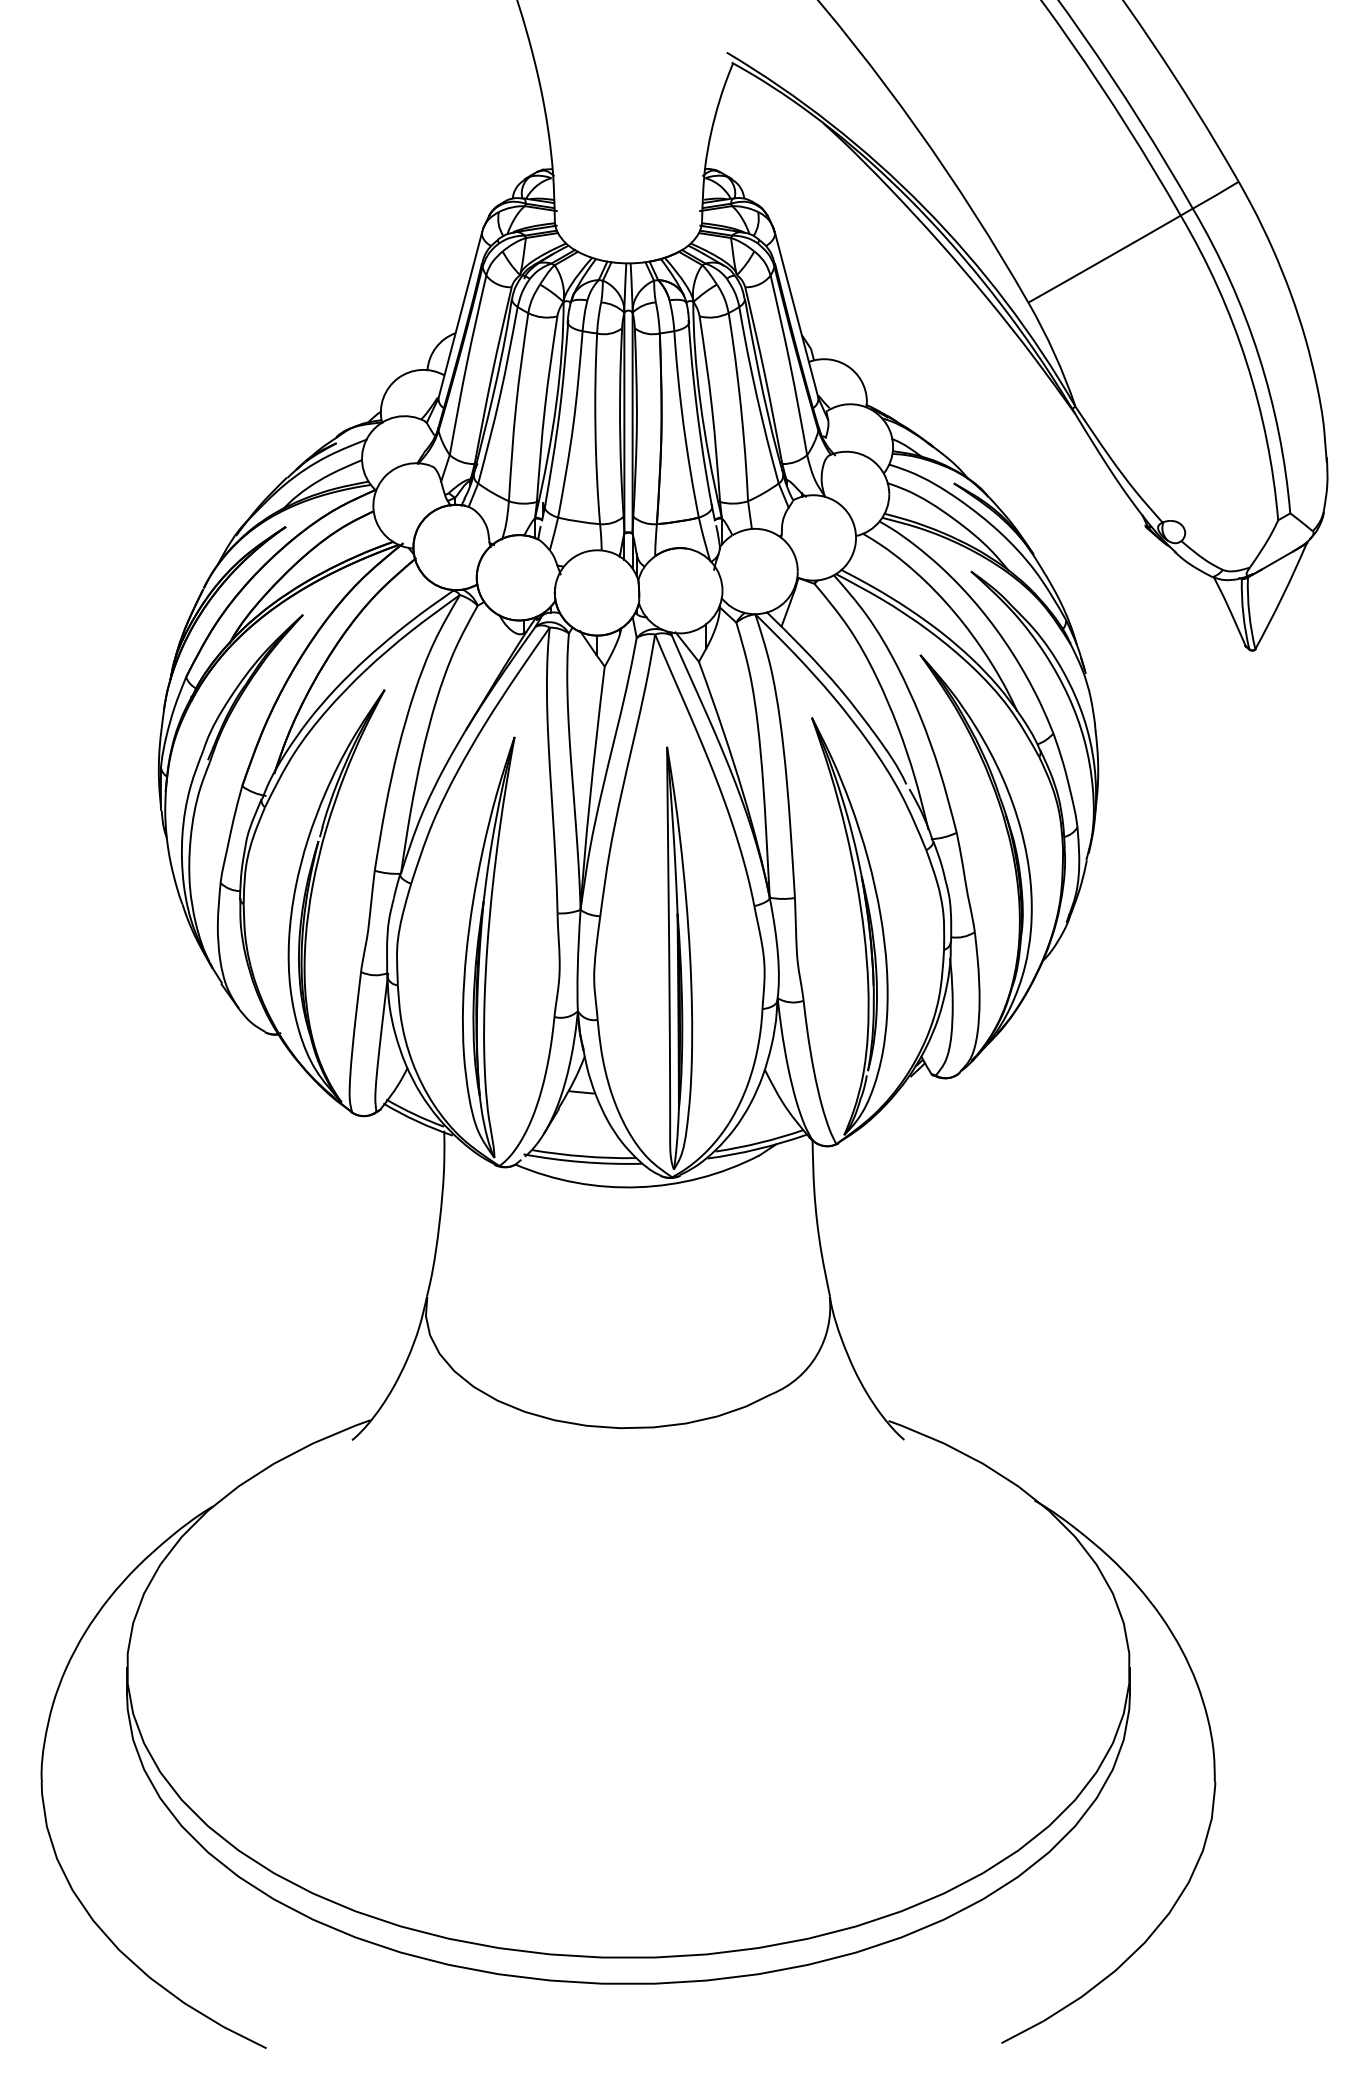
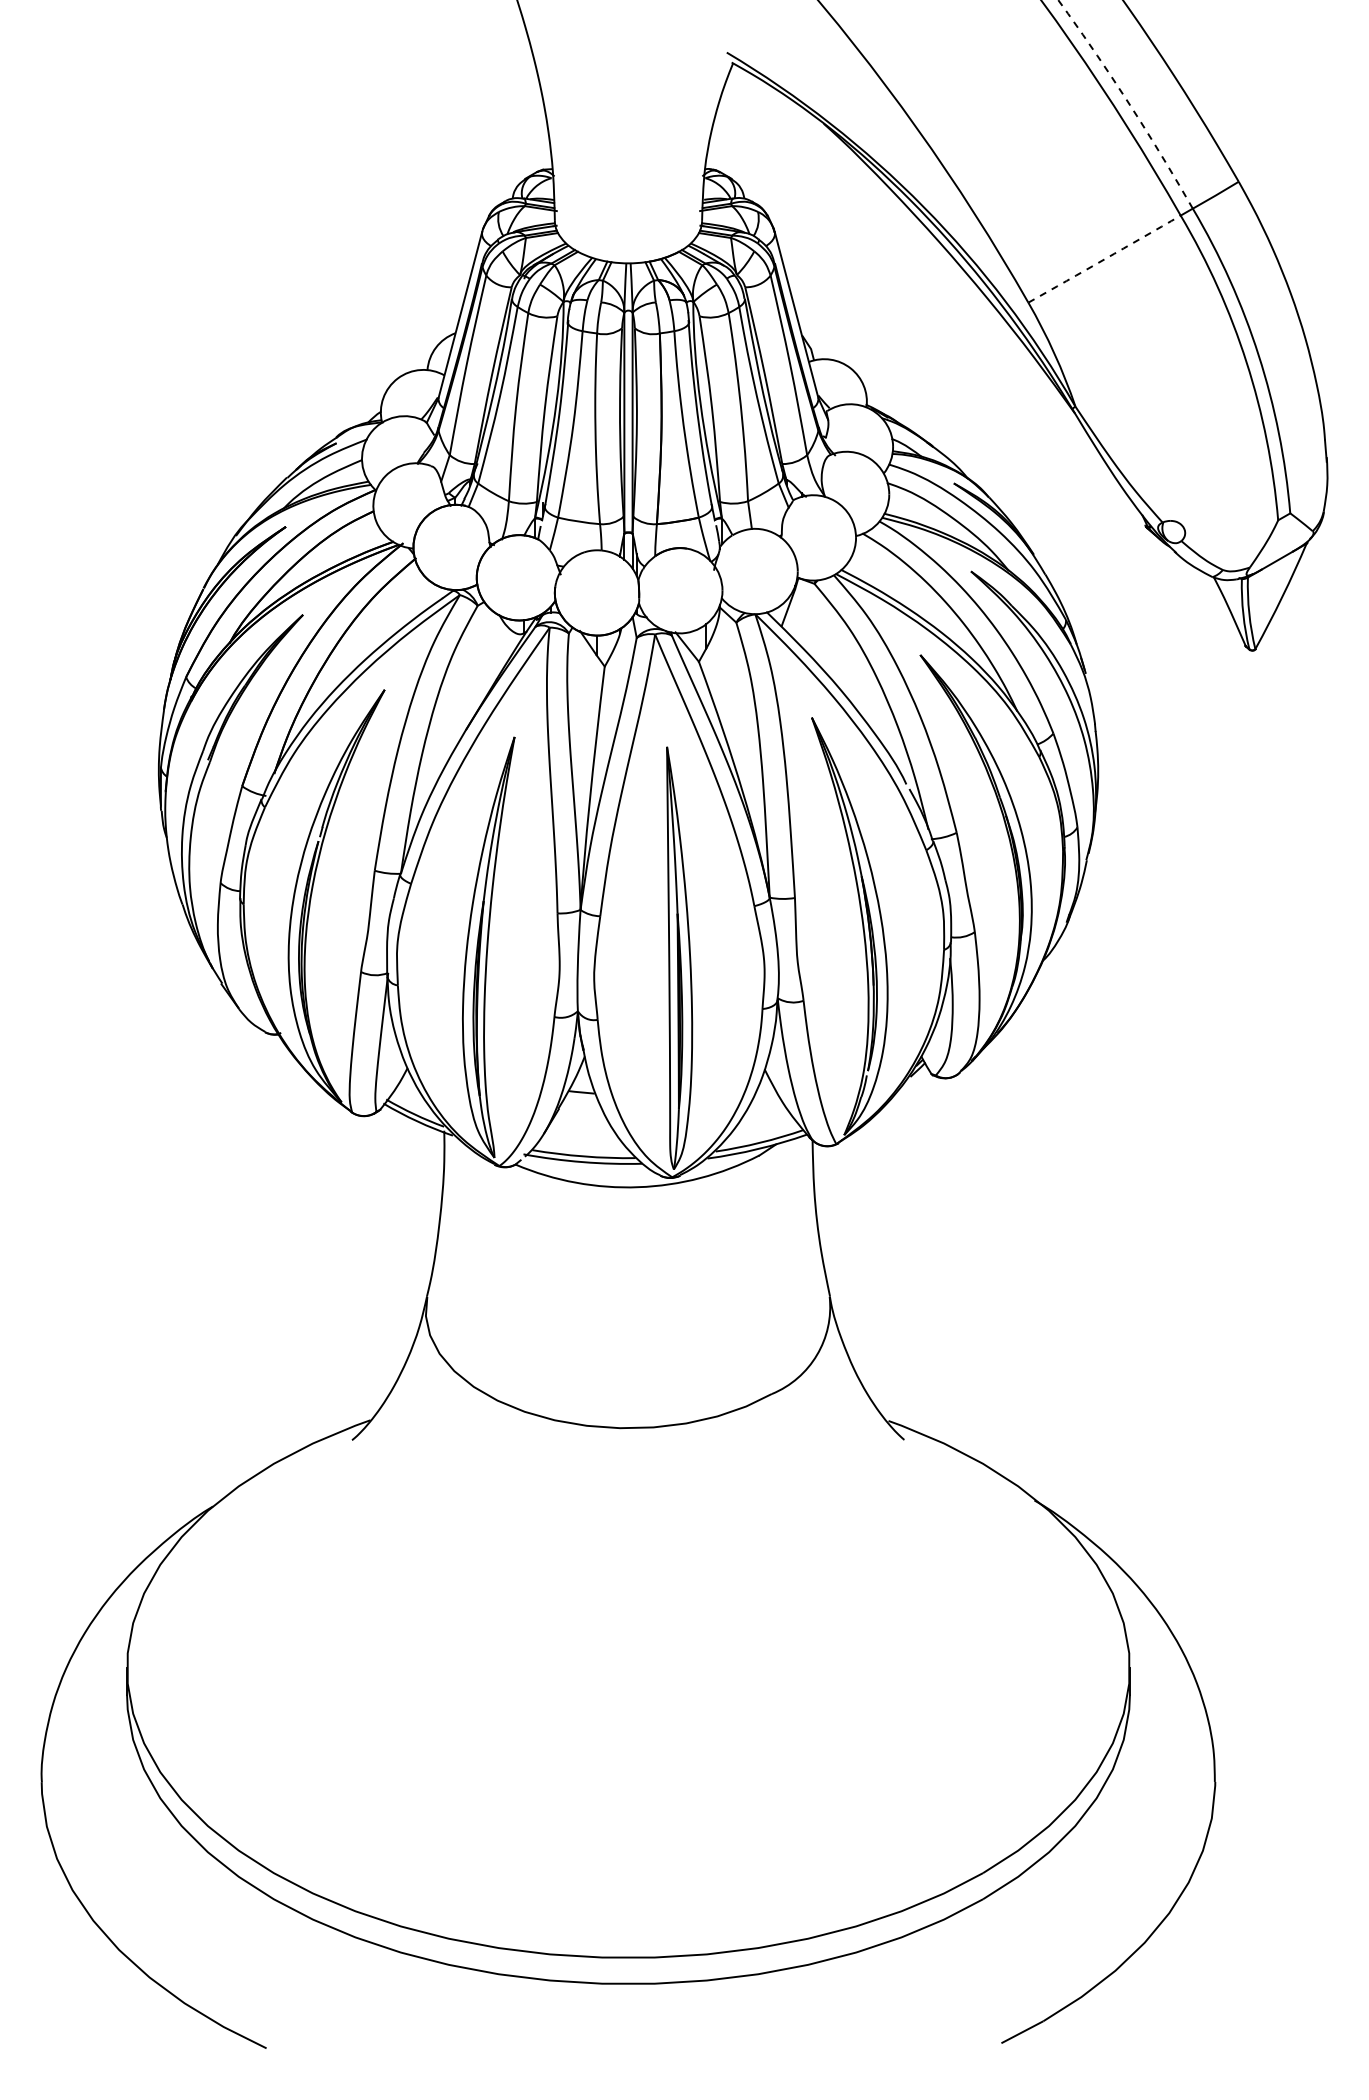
arc at (1128, 102): solid -> dashed
arc at (1104, 259): solid -> dashed
